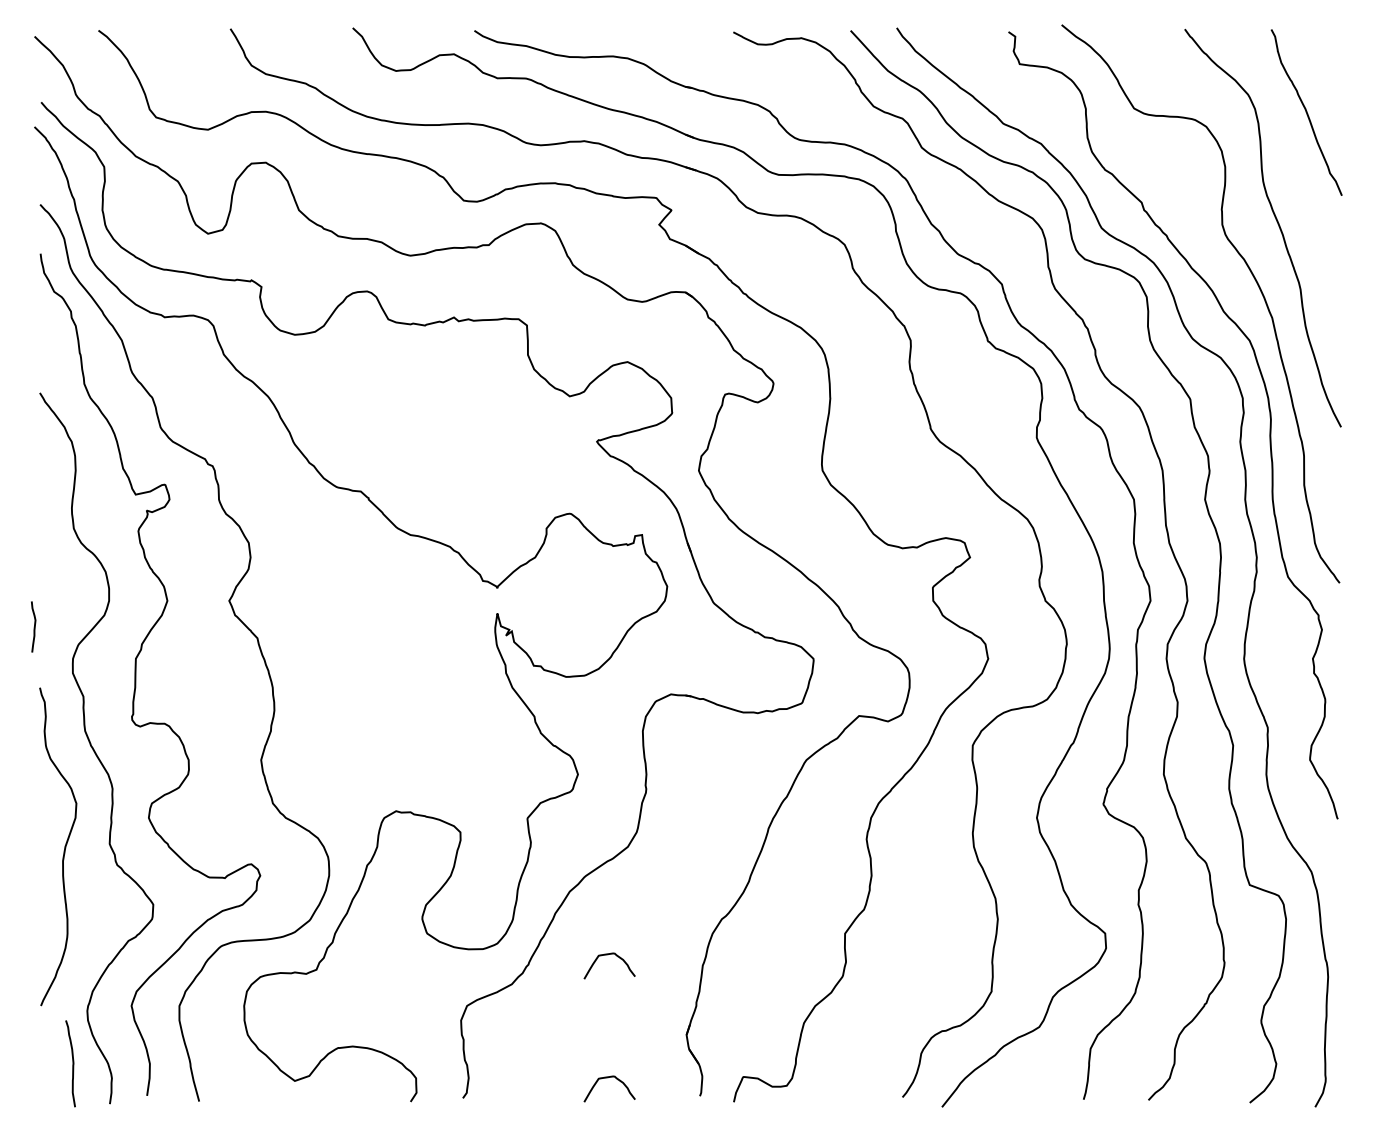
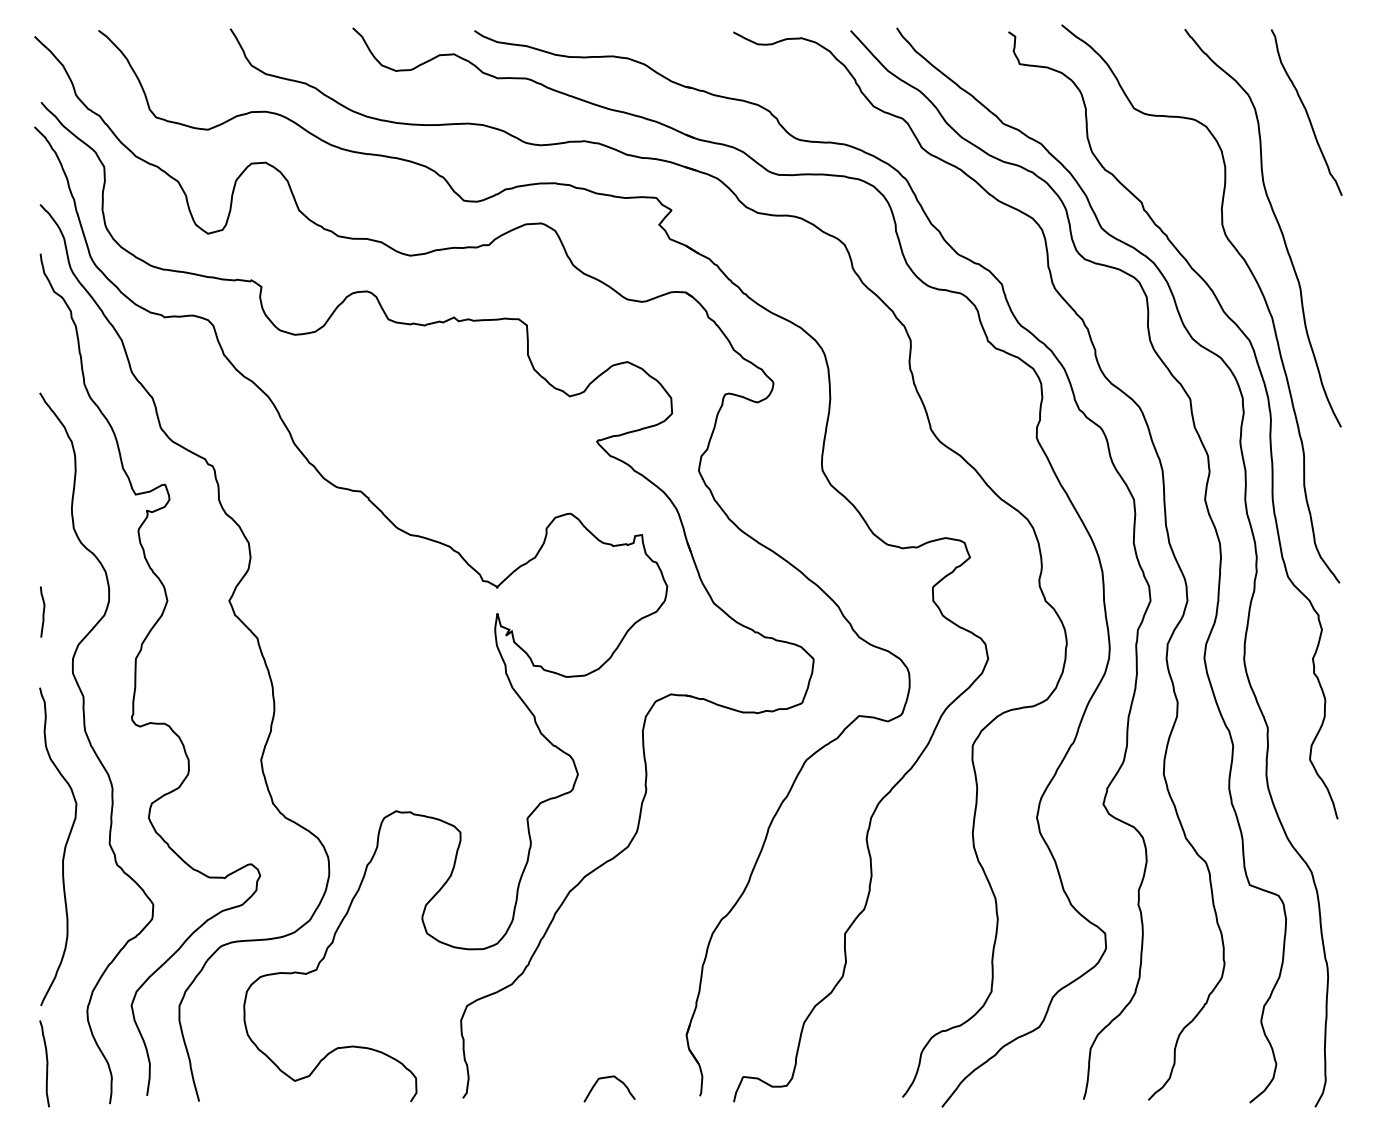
curve at (34, 626) position: (34, 626) -> (43, 611)
curve at (608, 955): present -> none
curve at (72, 1063) position: (72, 1063) -> (46, 1063)
